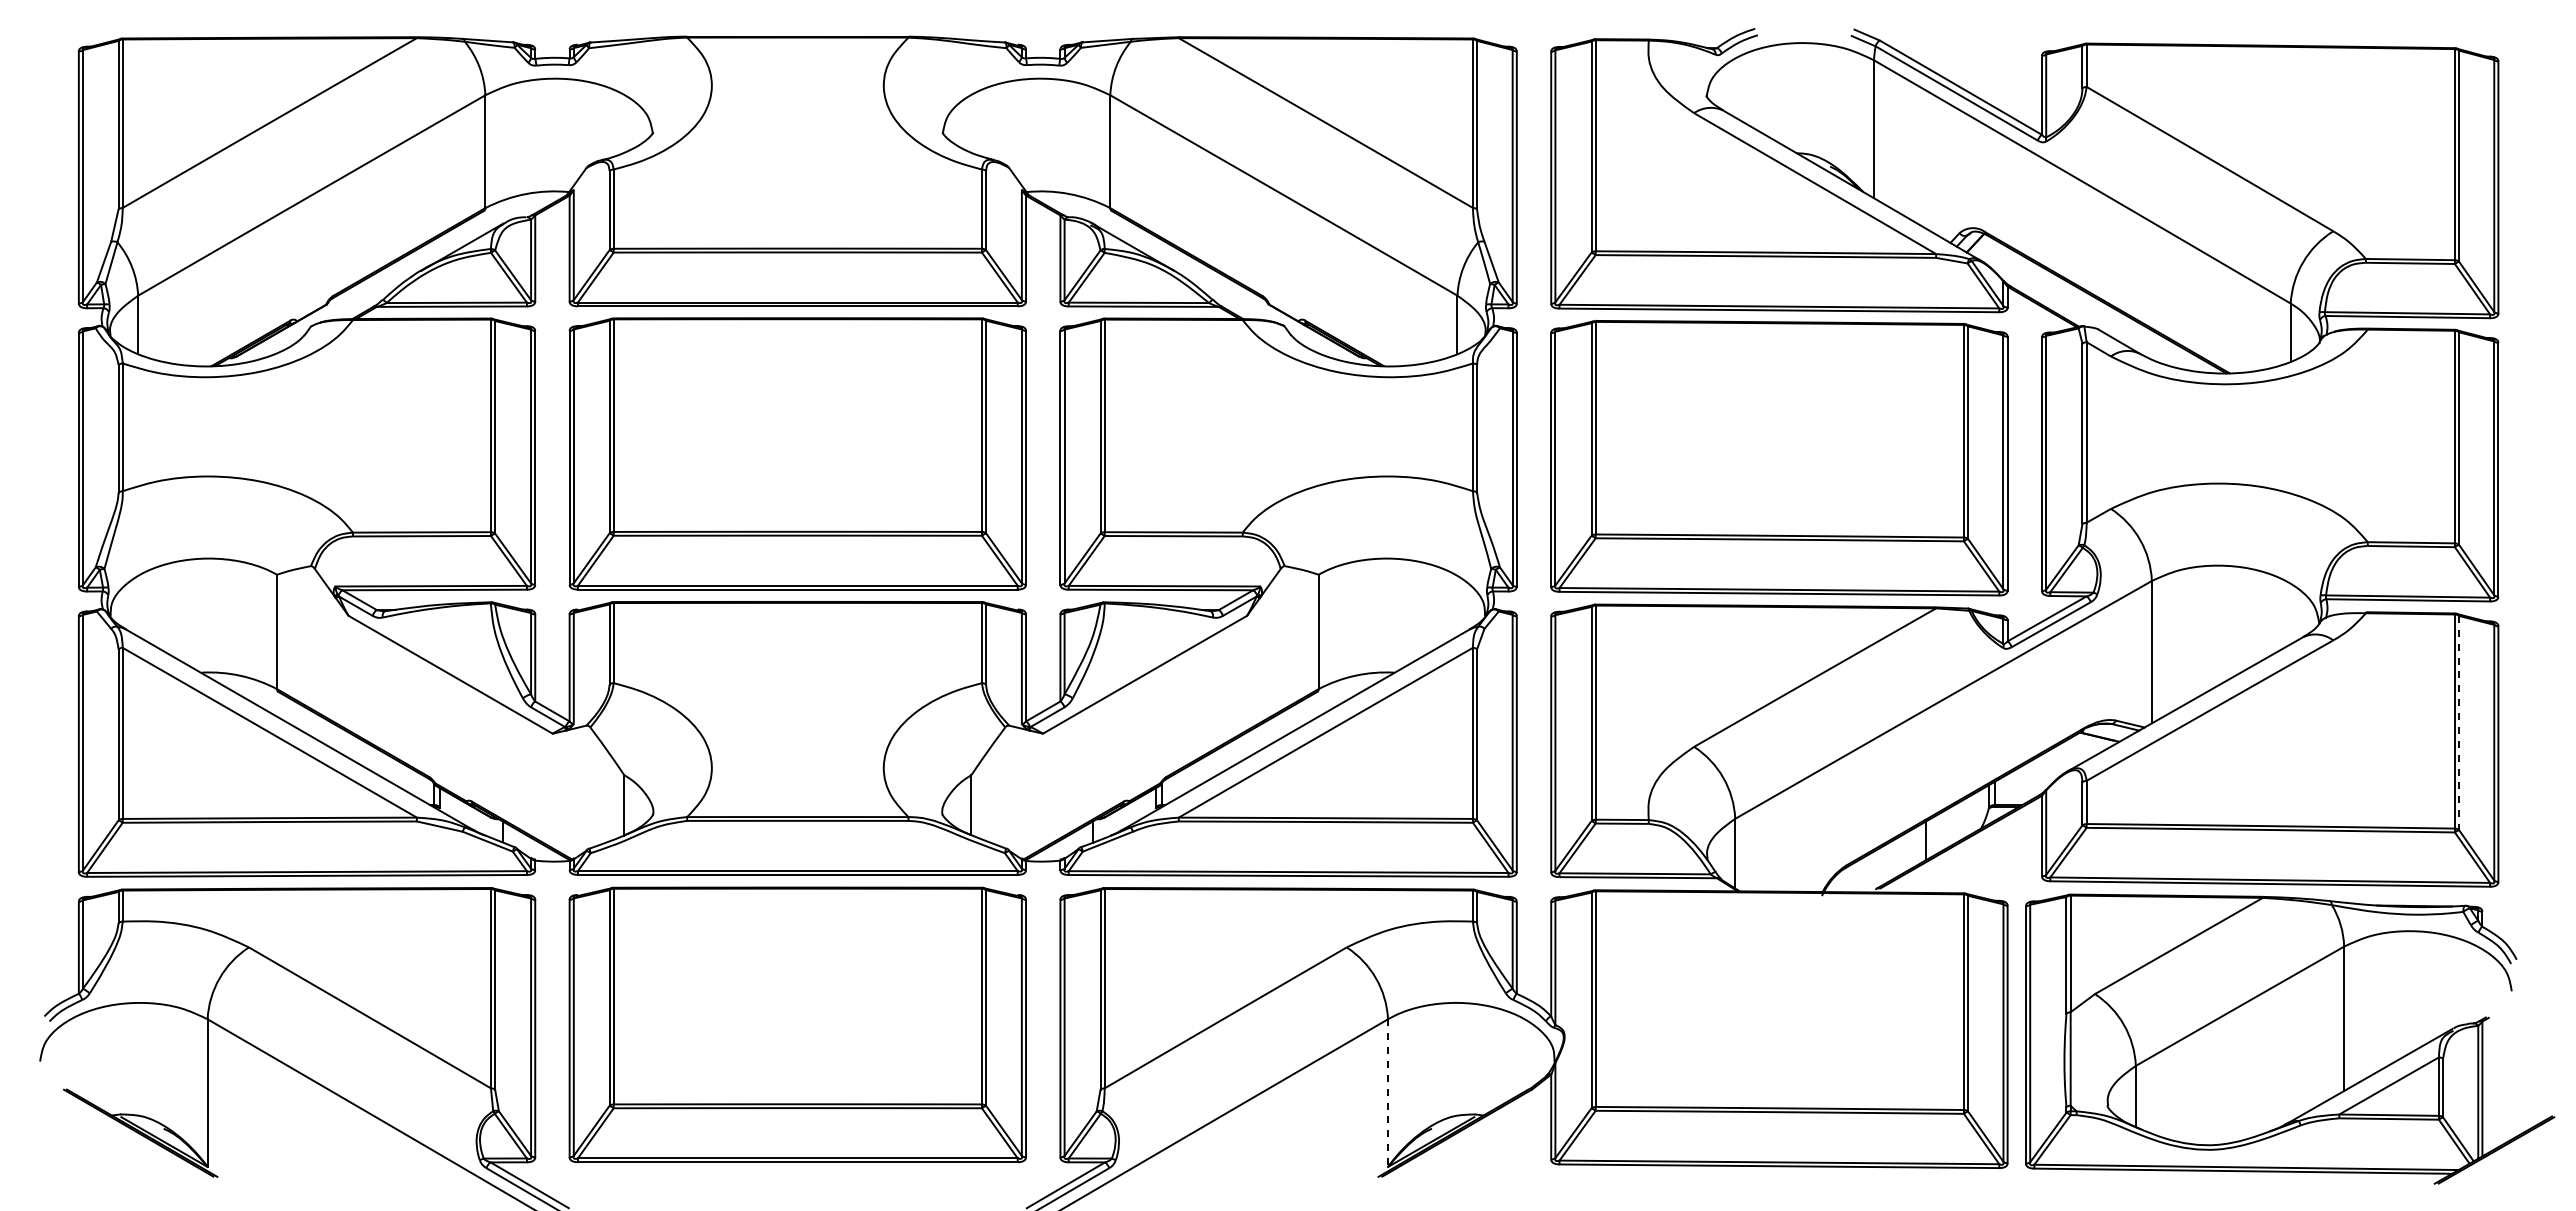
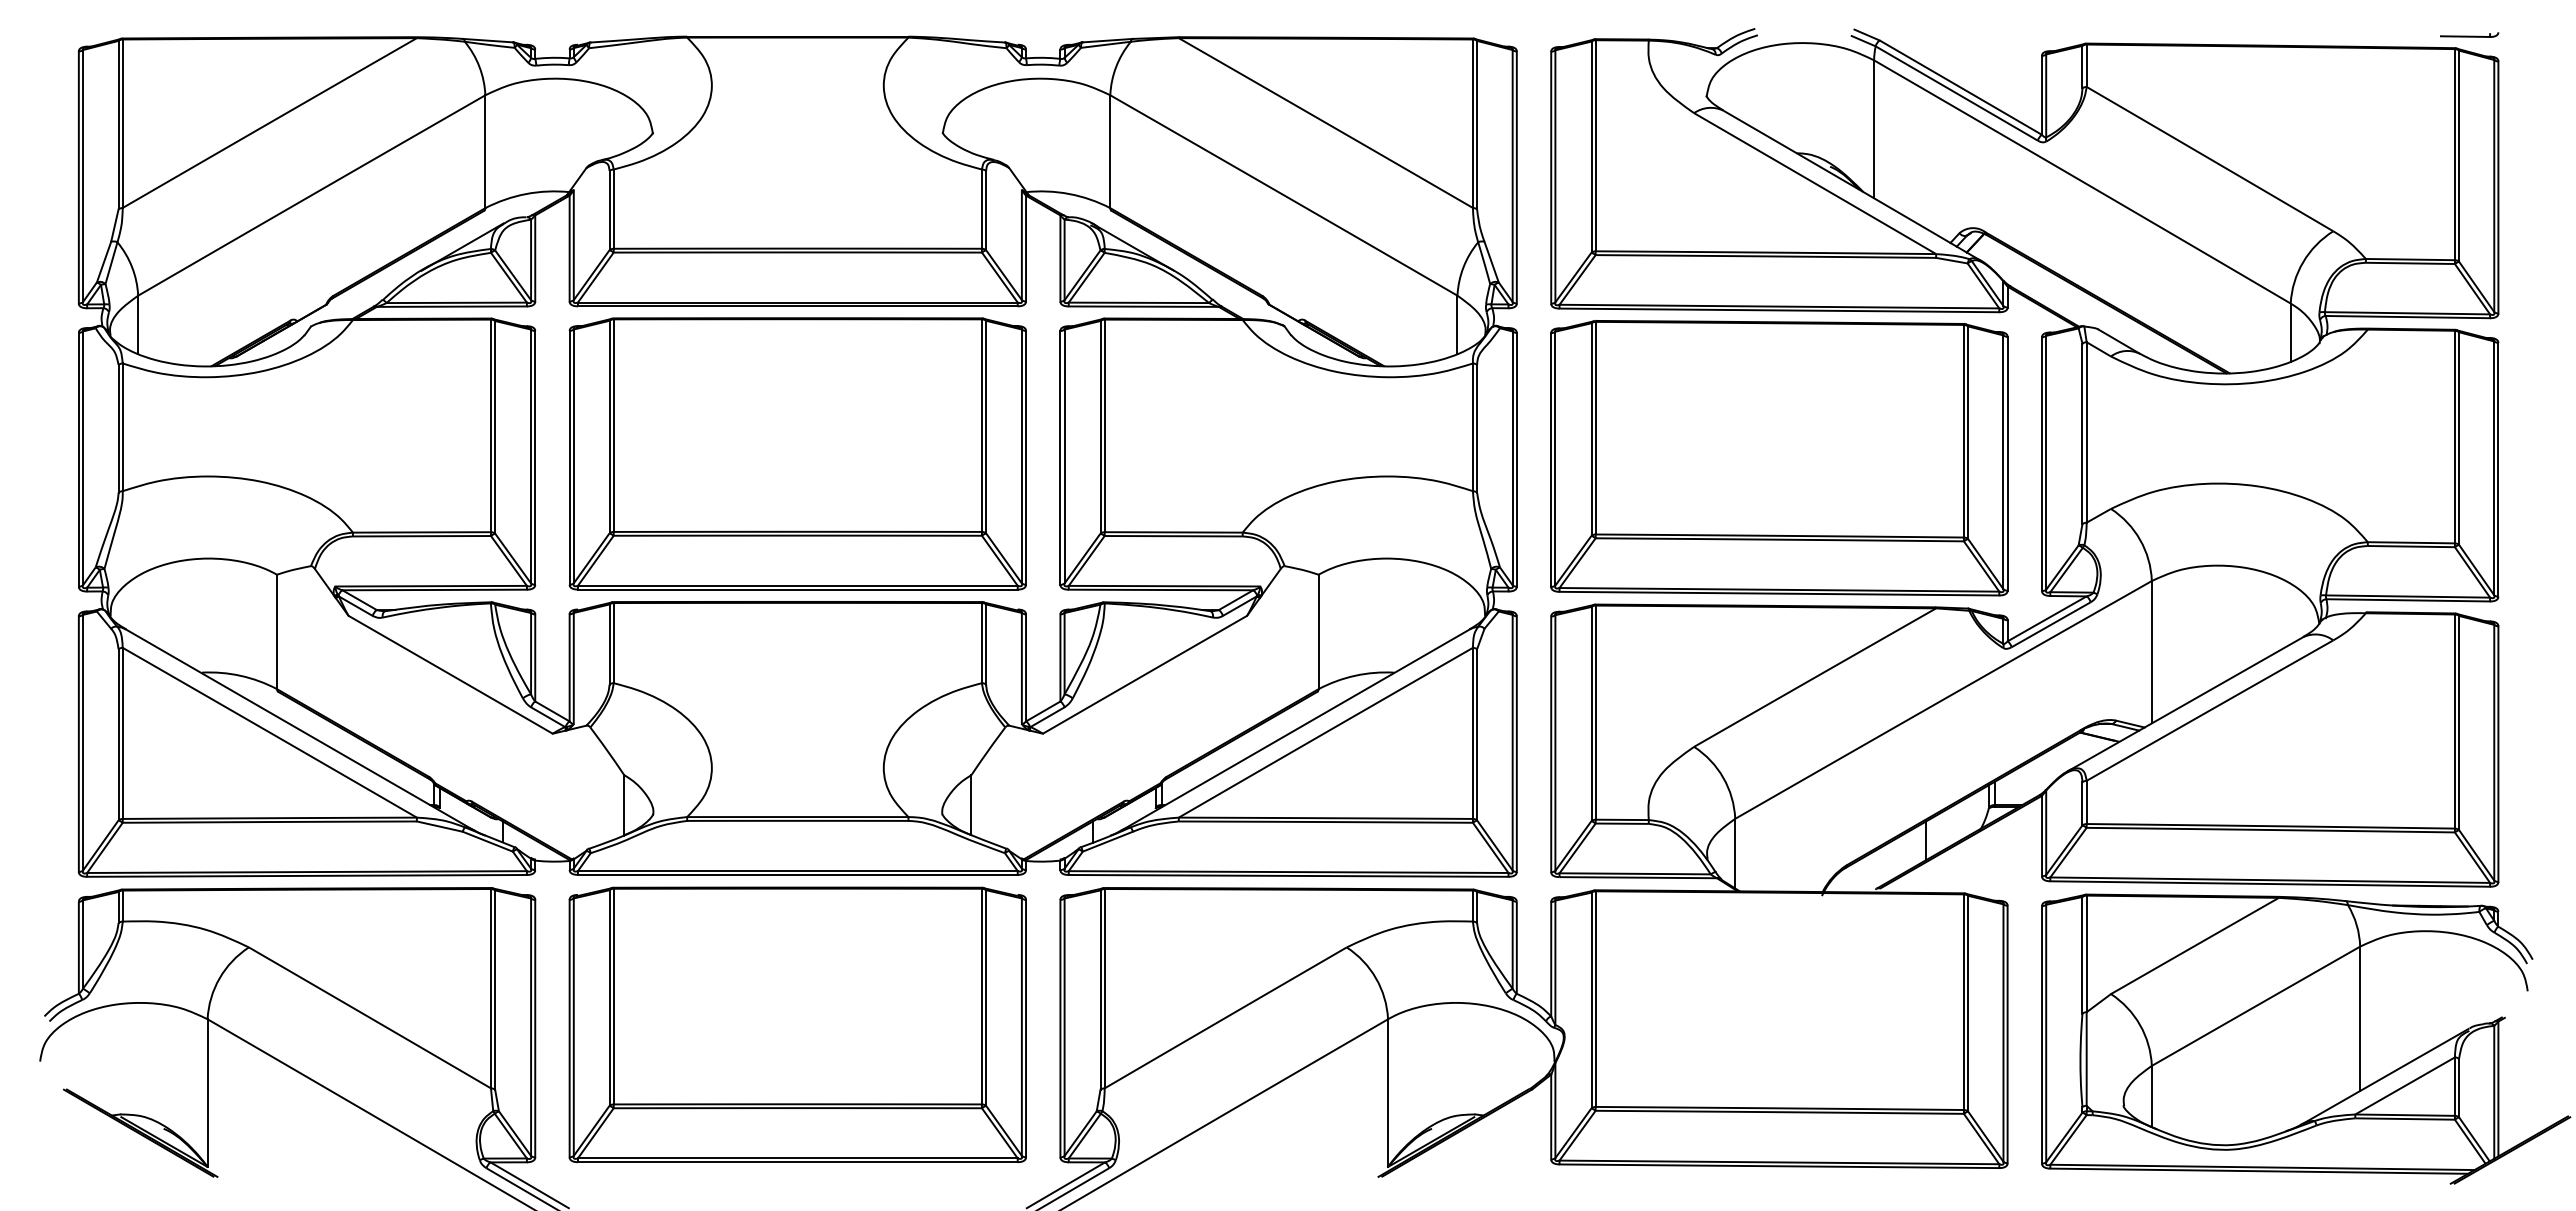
part at (2469, 34): none -> present
line at (2459, 723): dashed -> solid
part at (2290, 1038) position: (2290, 1038) -> (2306, 1038)
line at (1388, 1093): dashed -> solid
